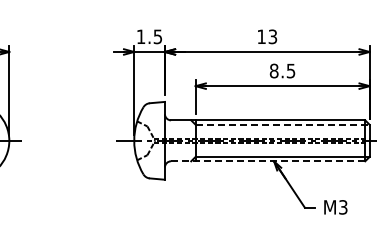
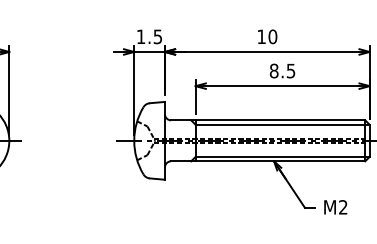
text at (272, 36): 13 -> 10
line at (283, 124): dashed -> solid
line at (268, 161): dashed -> solid
text at (343, 207): M3 -> M2
